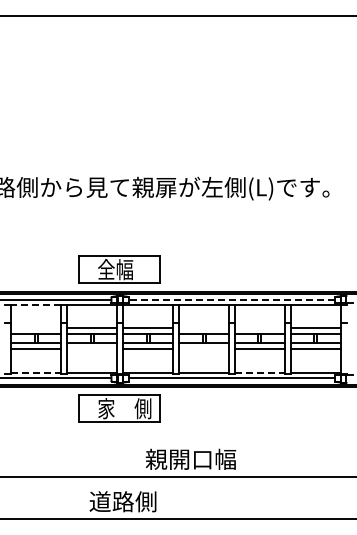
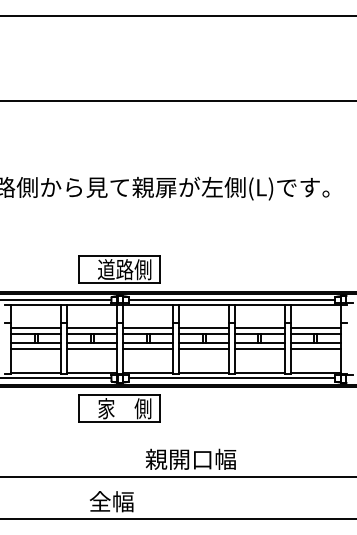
line at (177, 101): none -> present
text at (124, 269): 全幅 -> 道路側
line at (231, 300): dashed -> solid
line at (36, 305): dashed -> solid
line at (36, 328): none -> present
line at (204, 328): none -> present
line at (259, 328): none -> present
line at (92, 348): none -> present
line at (204, 348): none -> present
line at (36, 373): dashed -> solid
line at (259, 373): dashed -> solid
text at (122, 501): 道路側 -> 全幅
